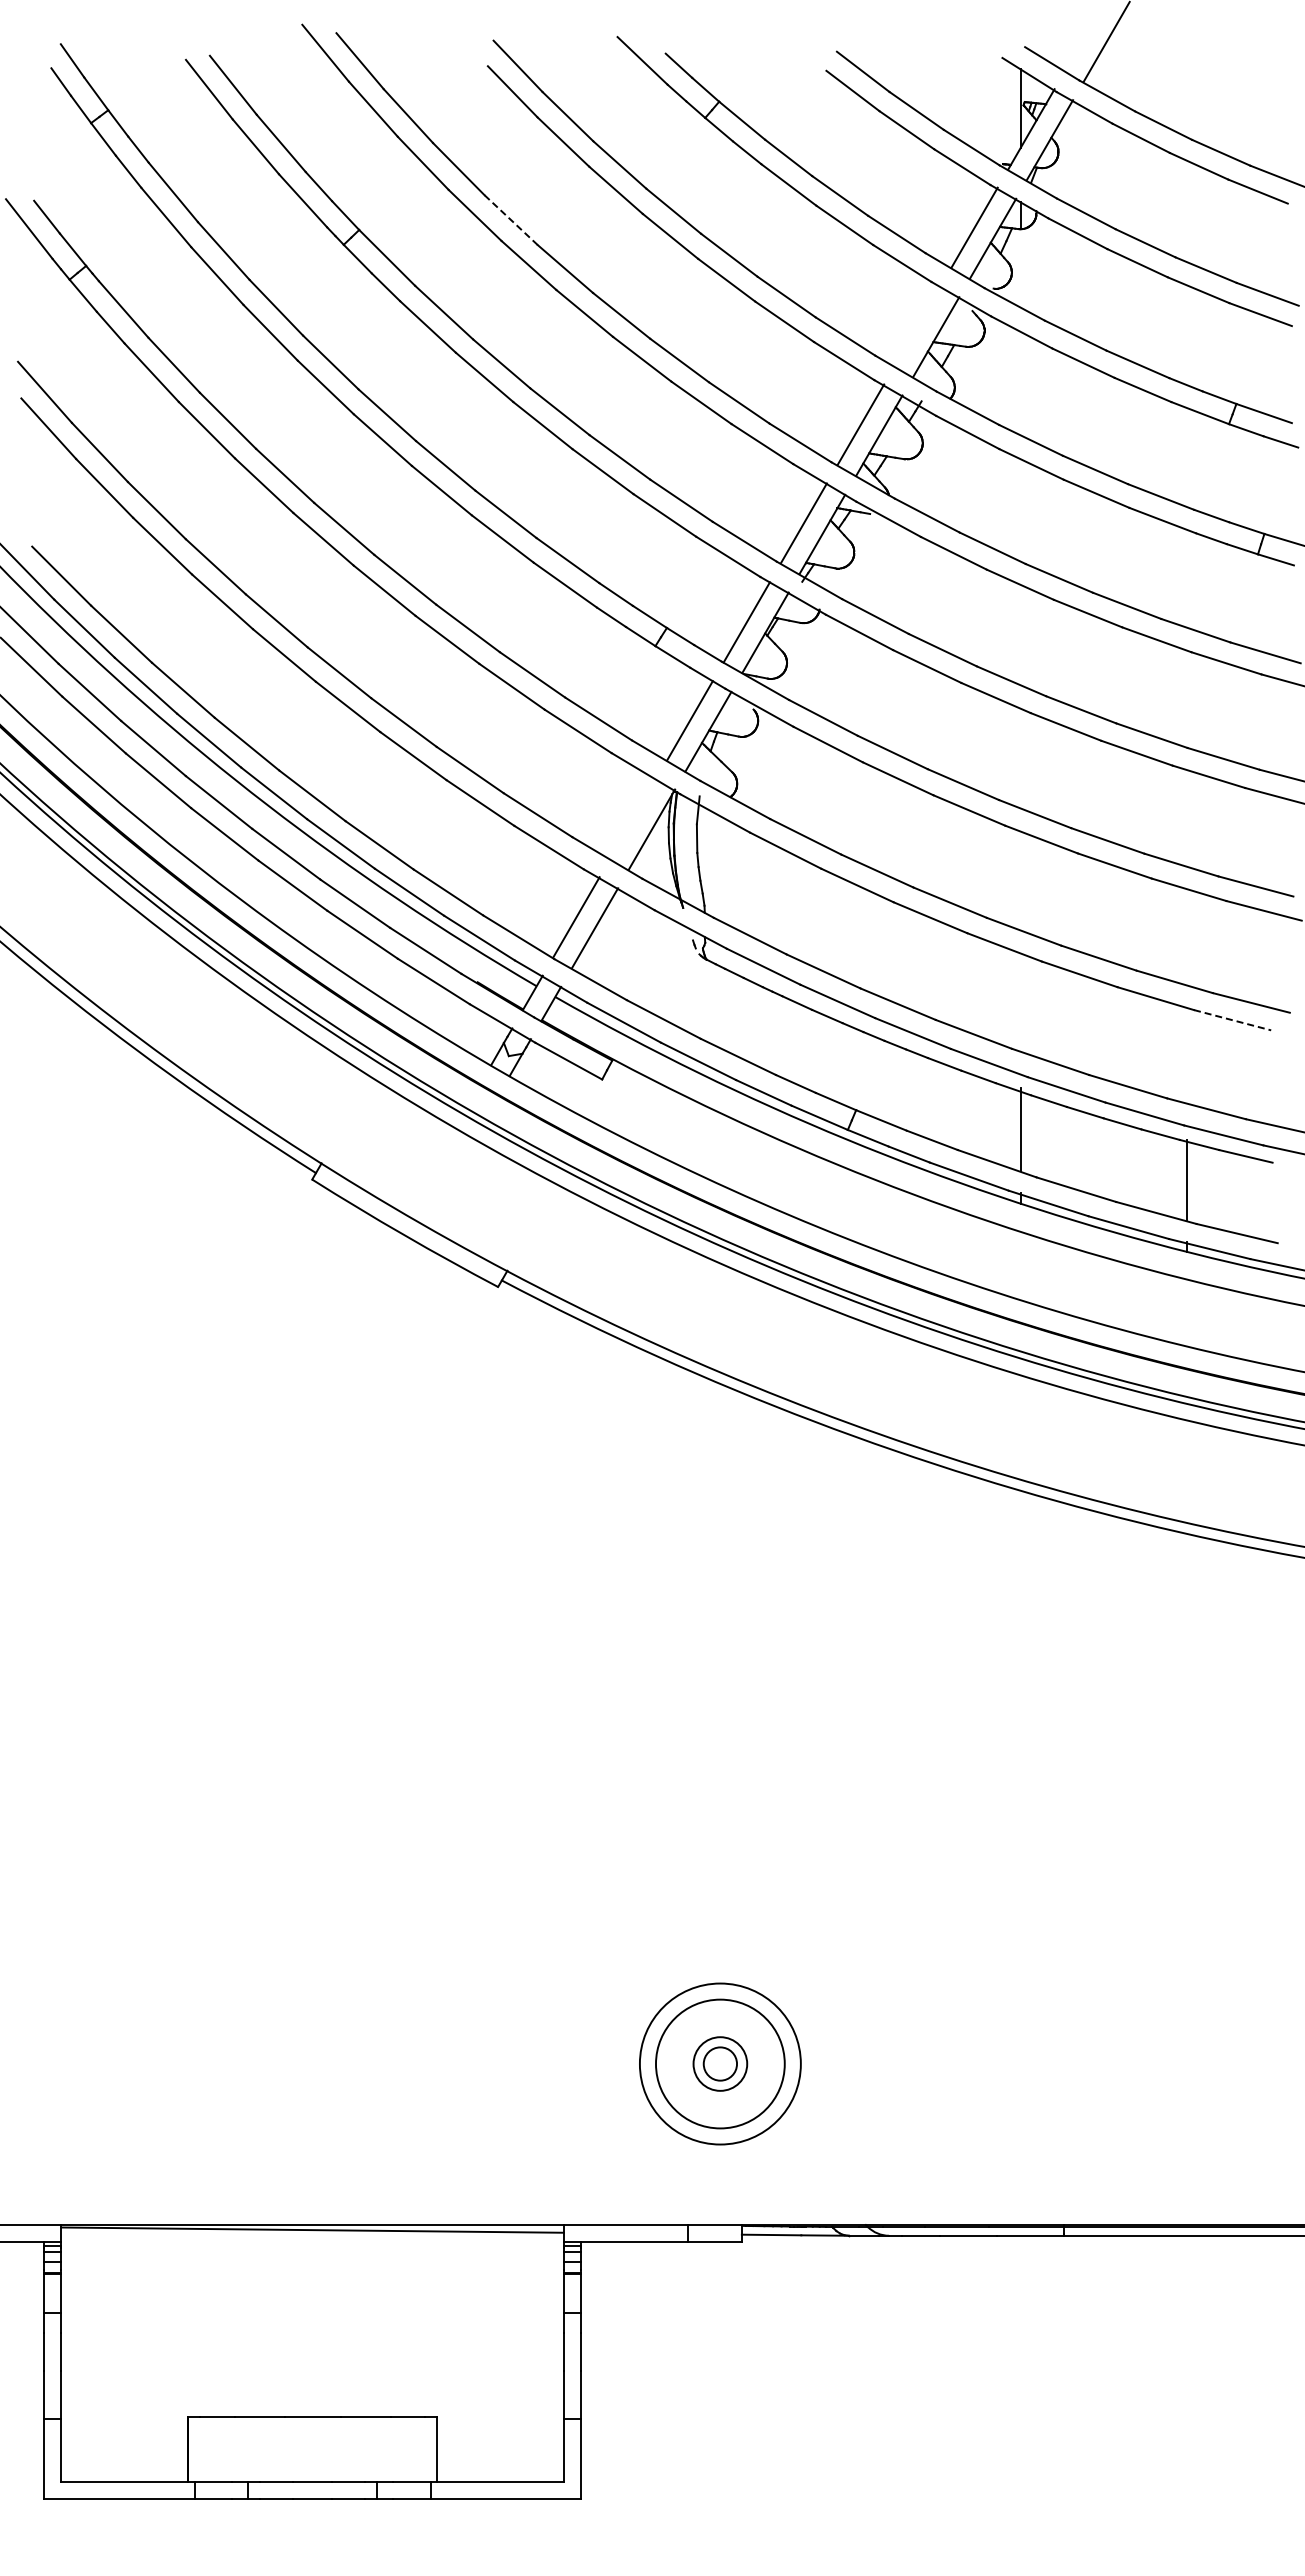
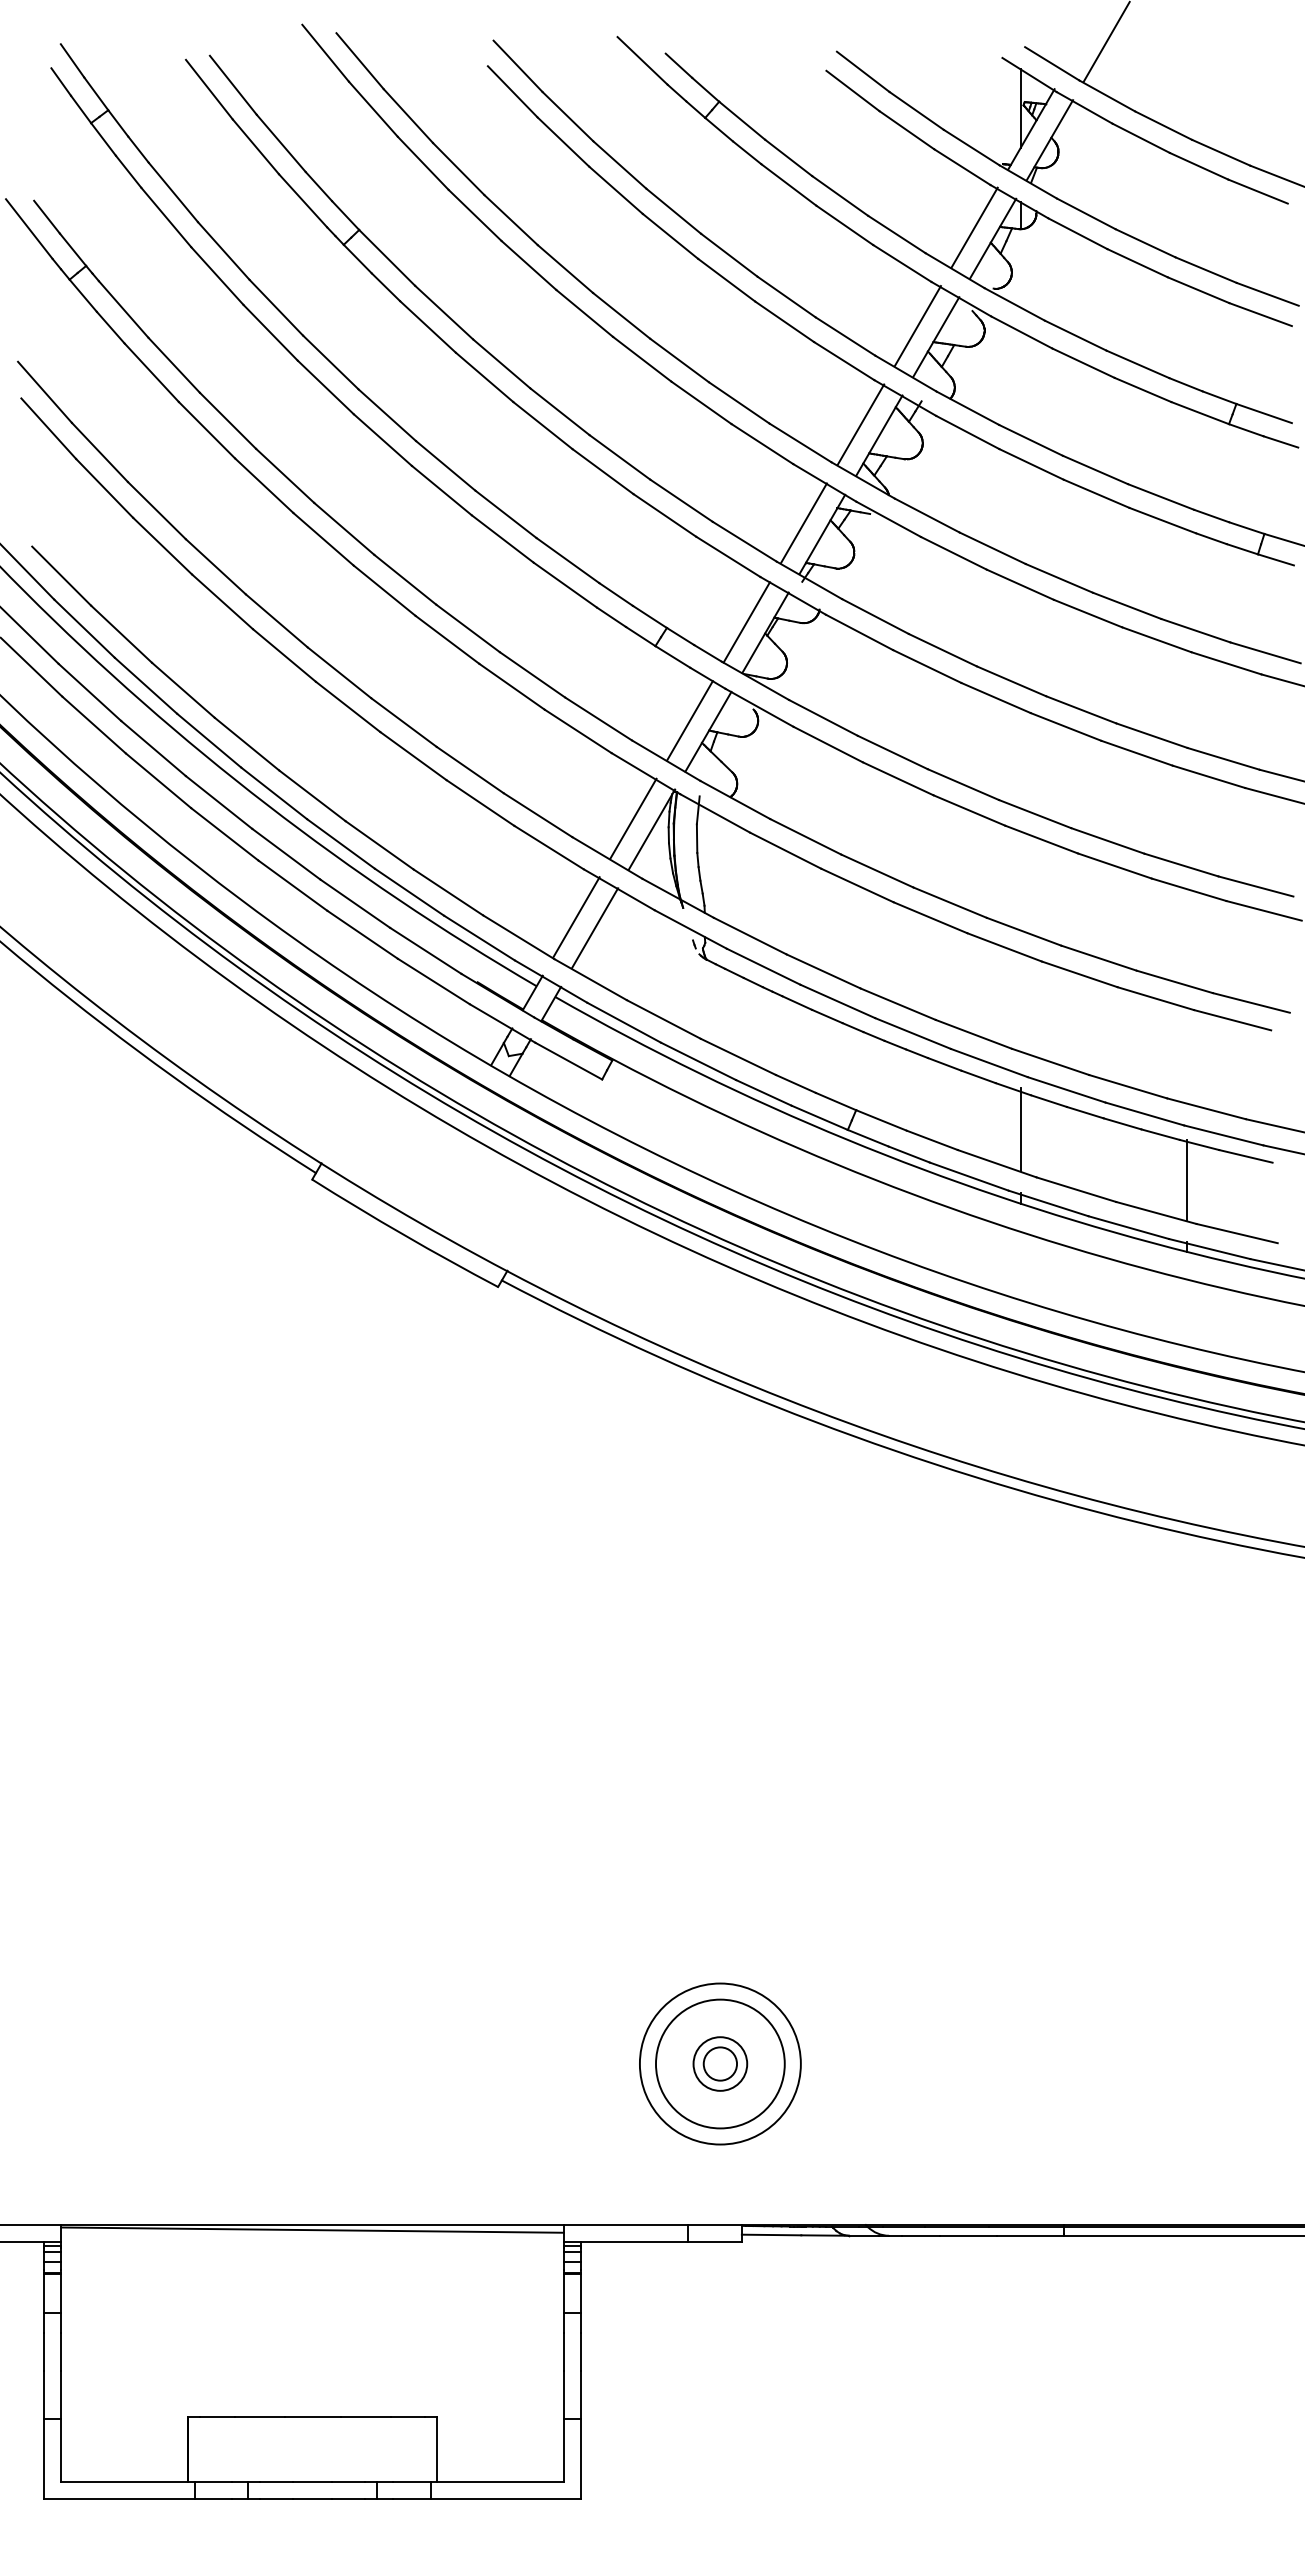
line at (511, 220): dashed -> solid
line at (917, 326): none -> present
line at (633, 818): none -> present
line at (1232, 1020): dashed -> solid
